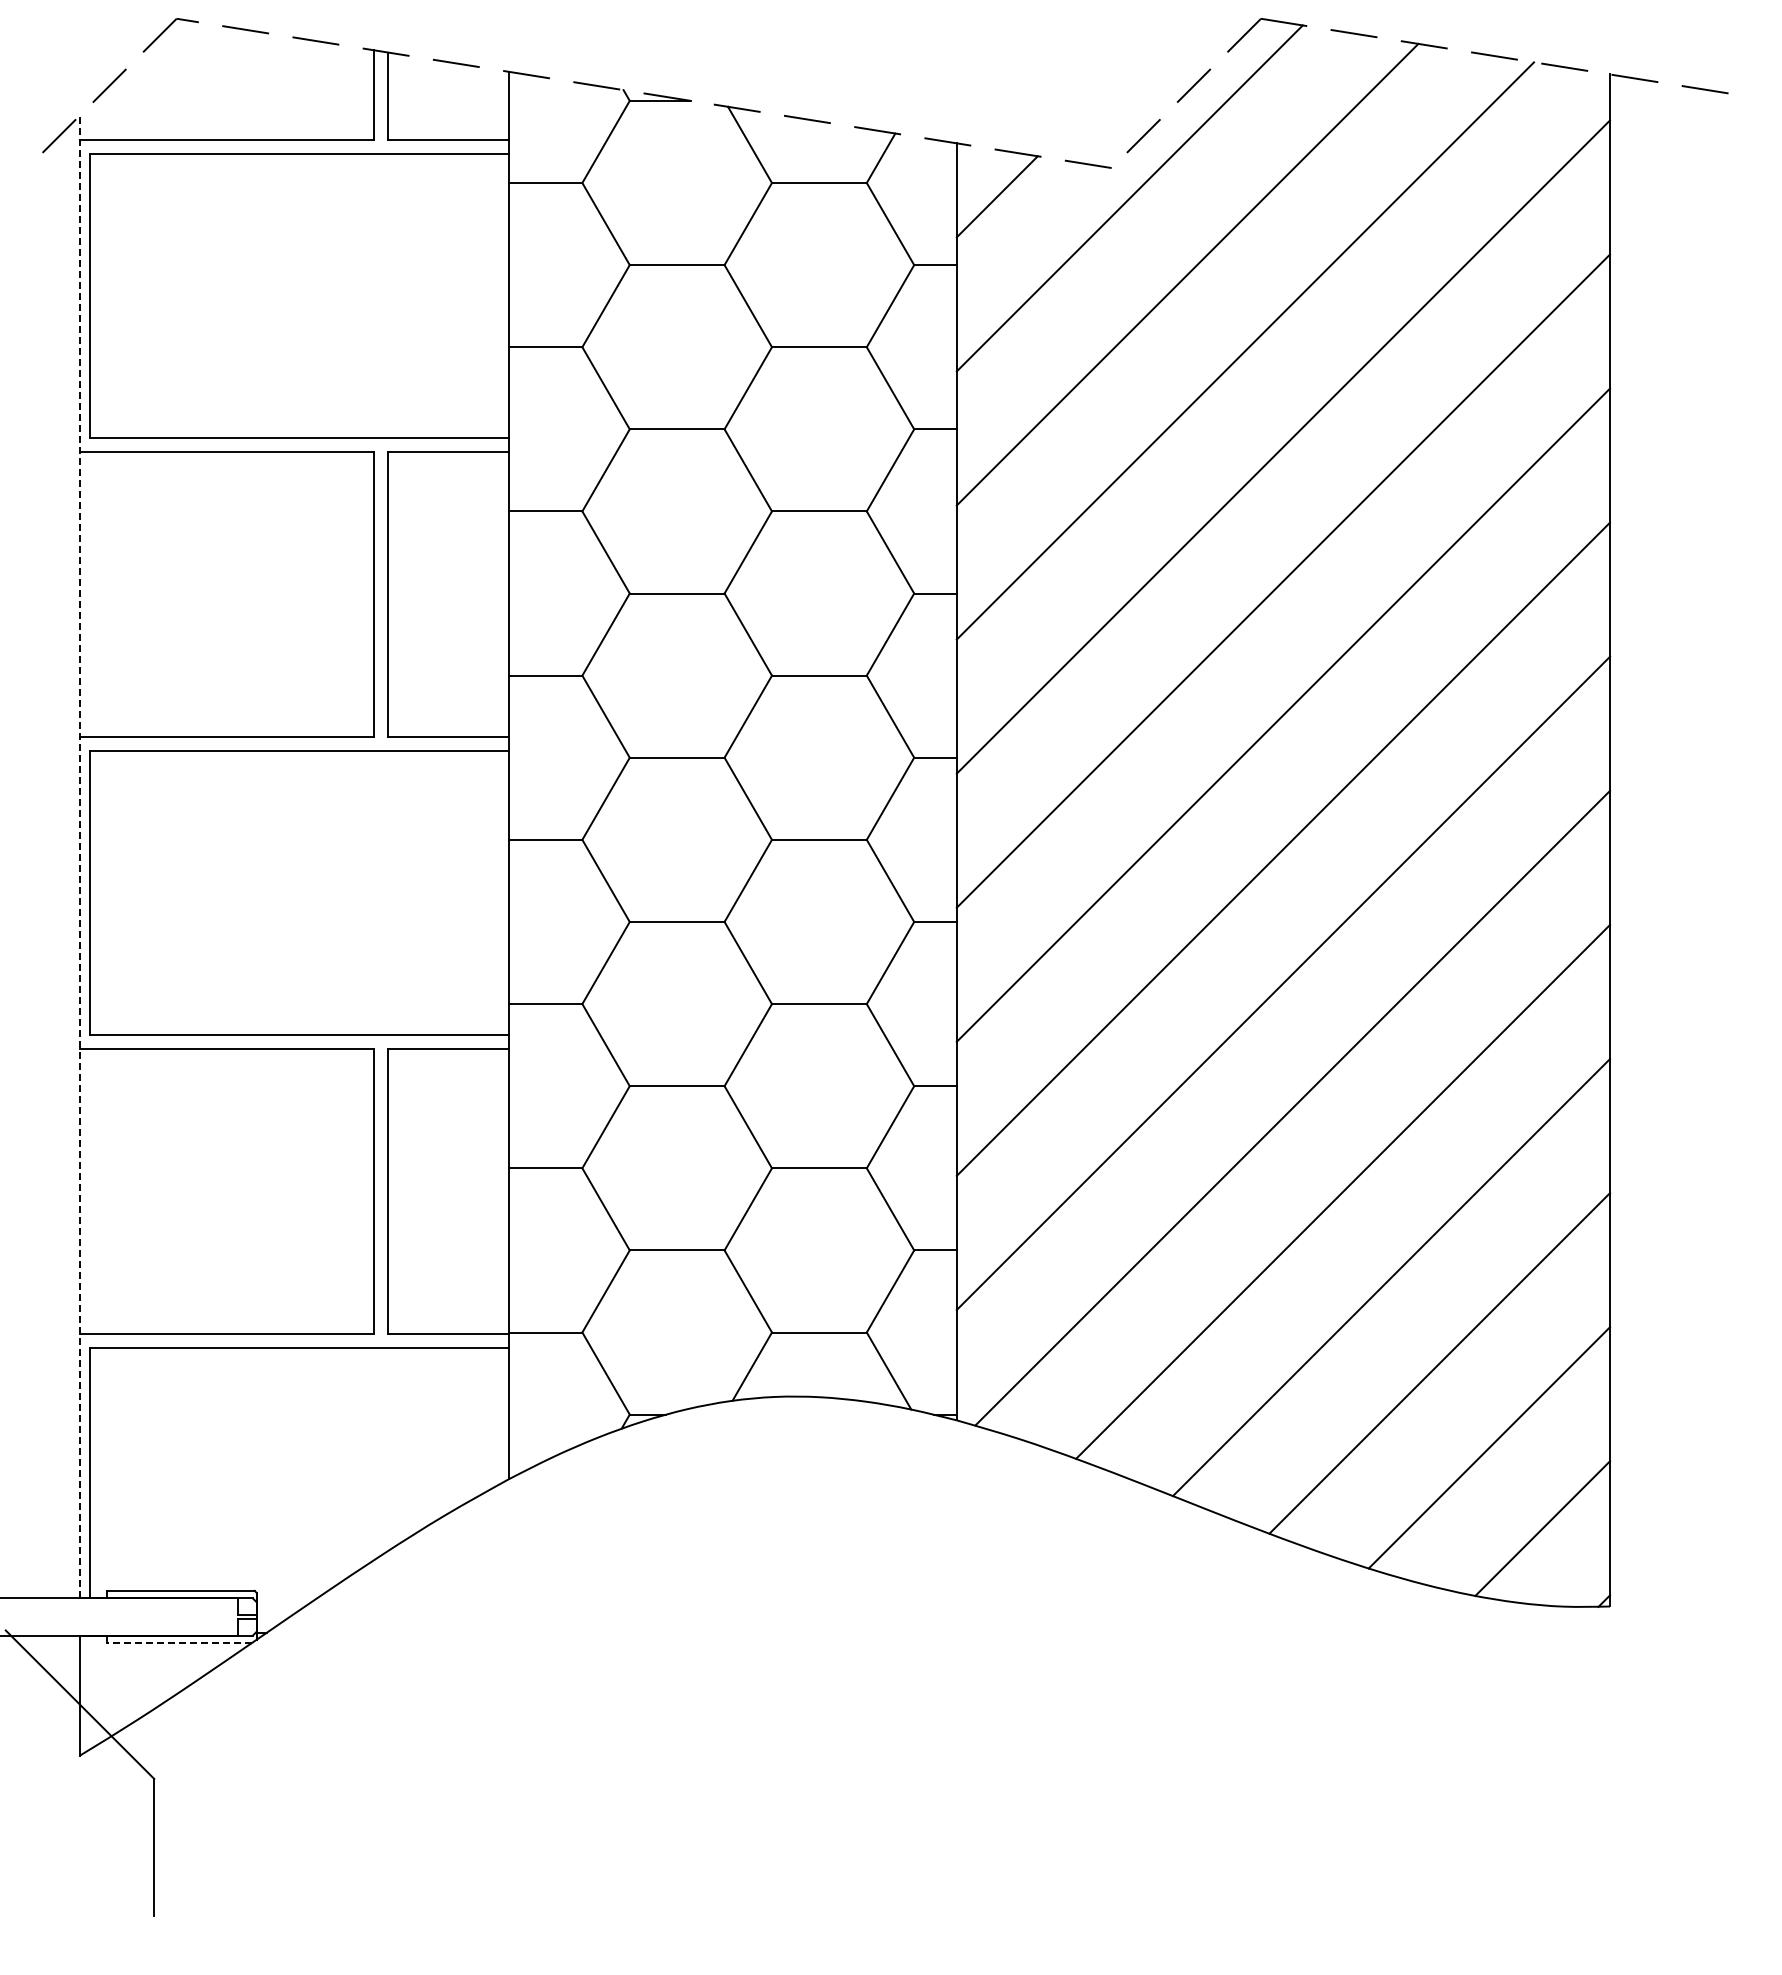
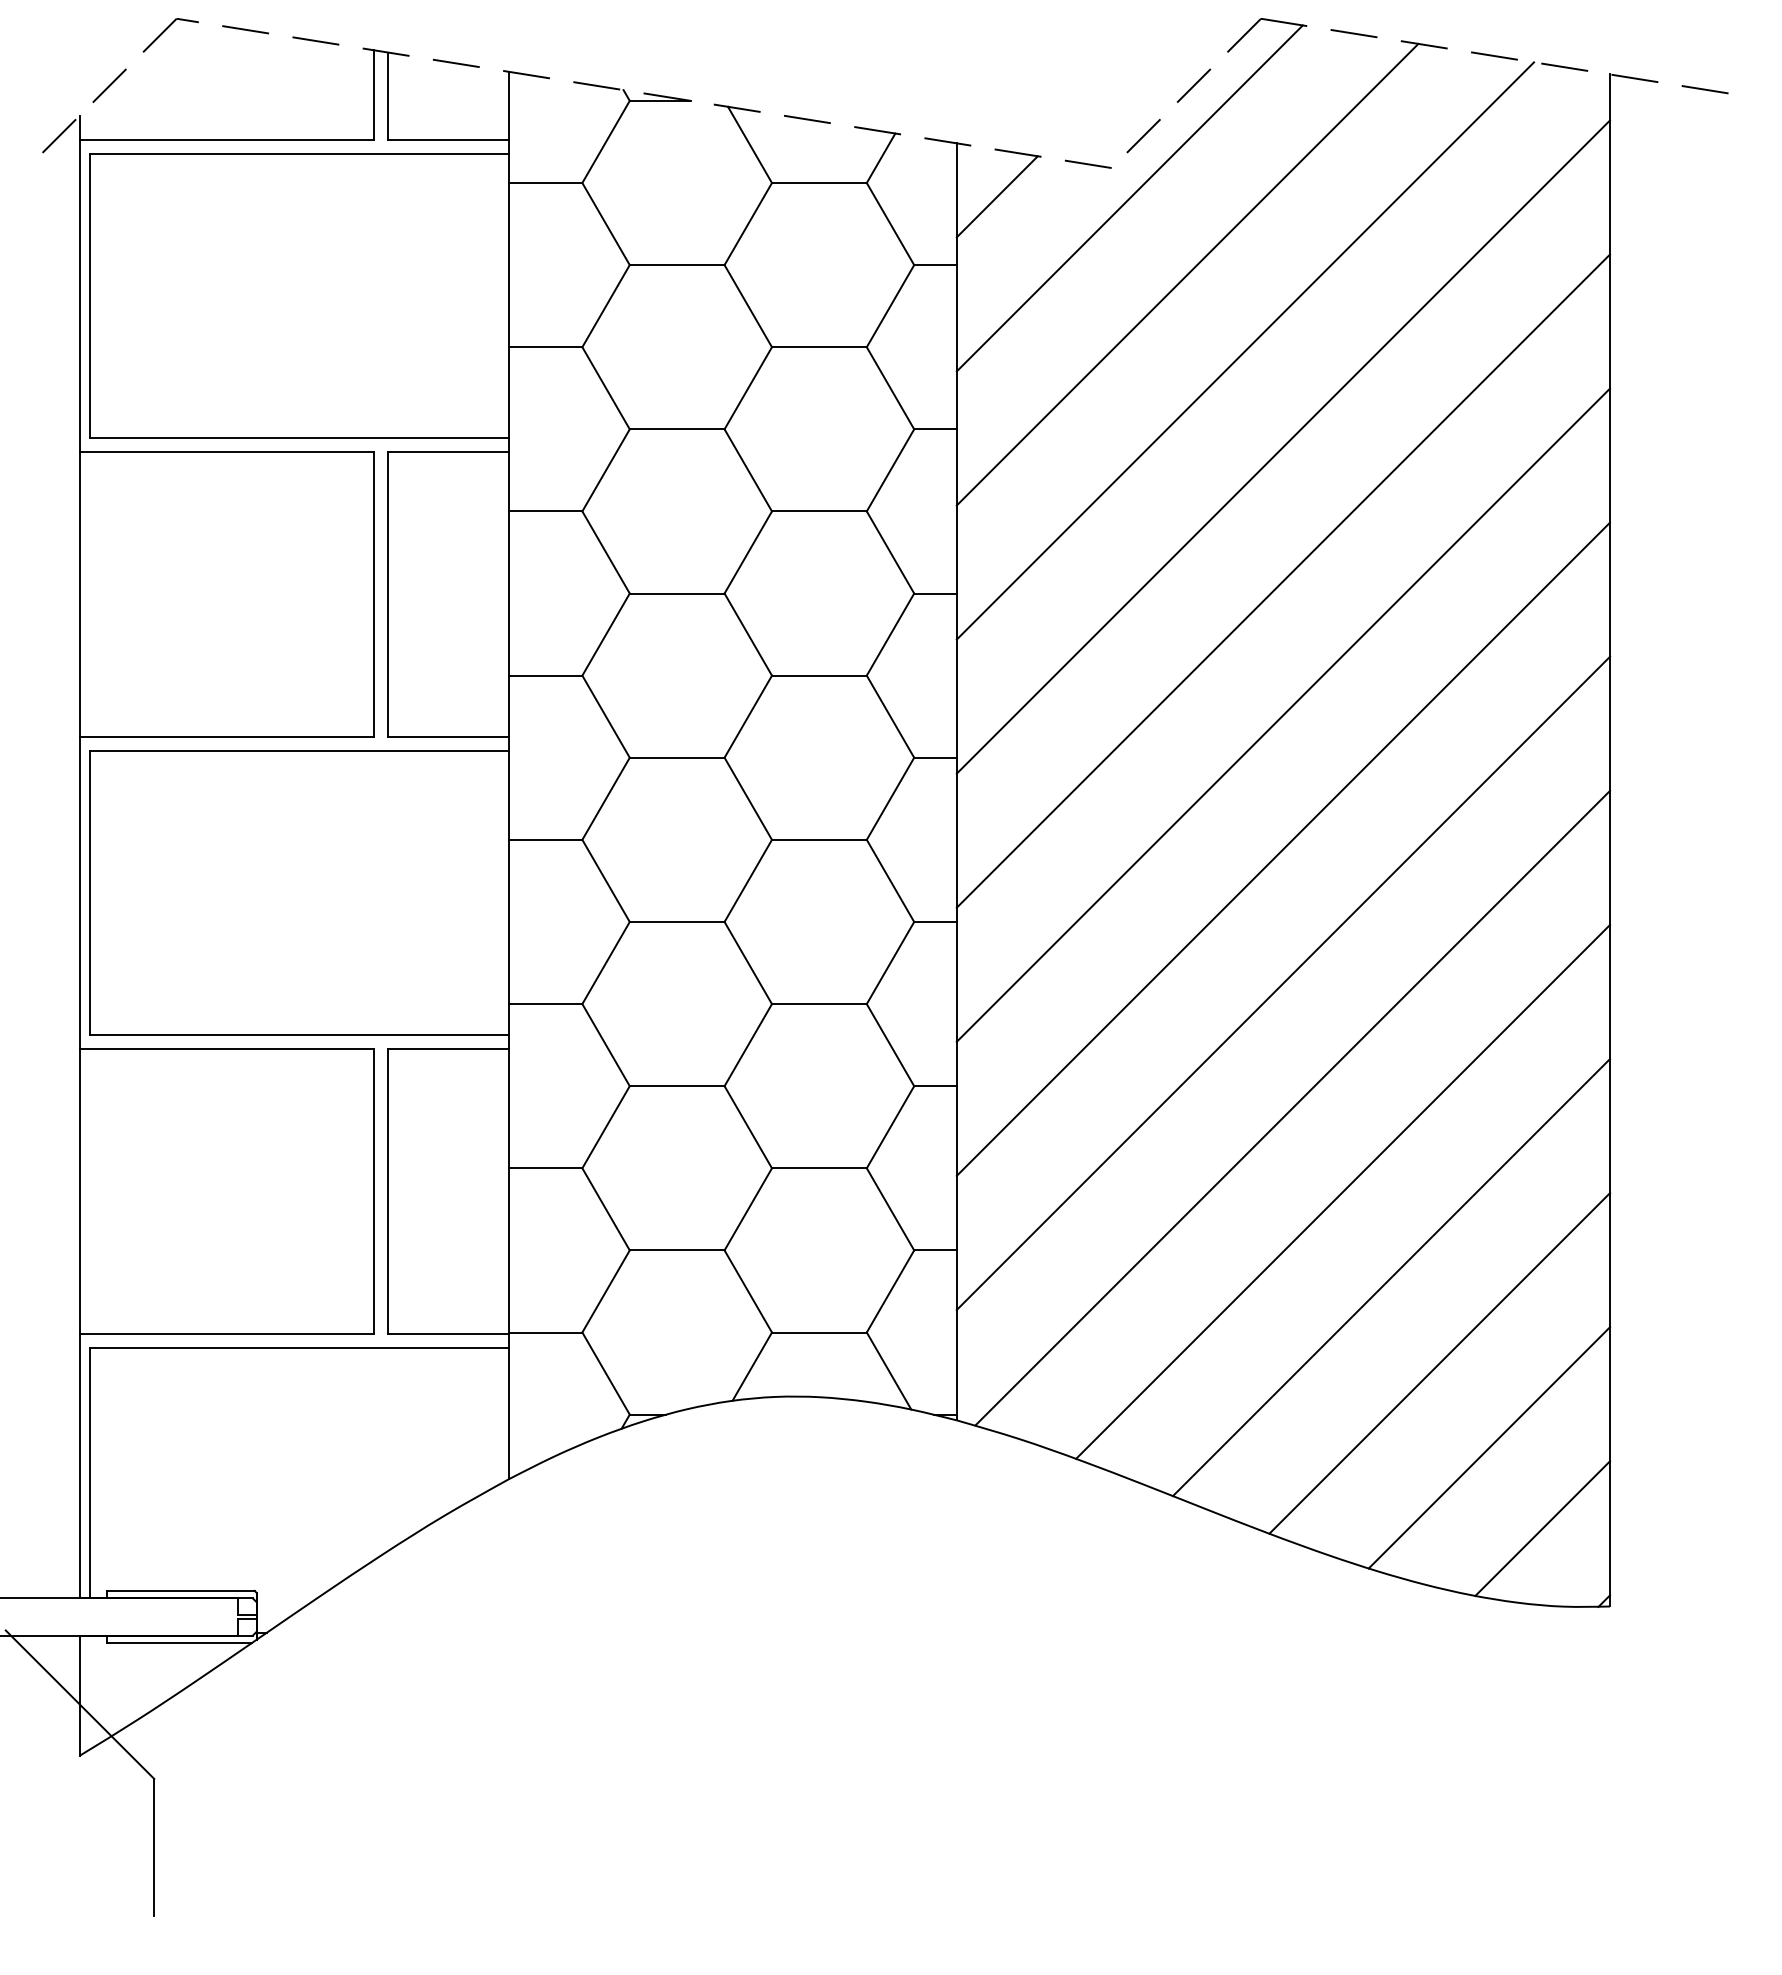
line at (79, 856): dashed -> solid
line at (178, 1643): dashed -> solid
